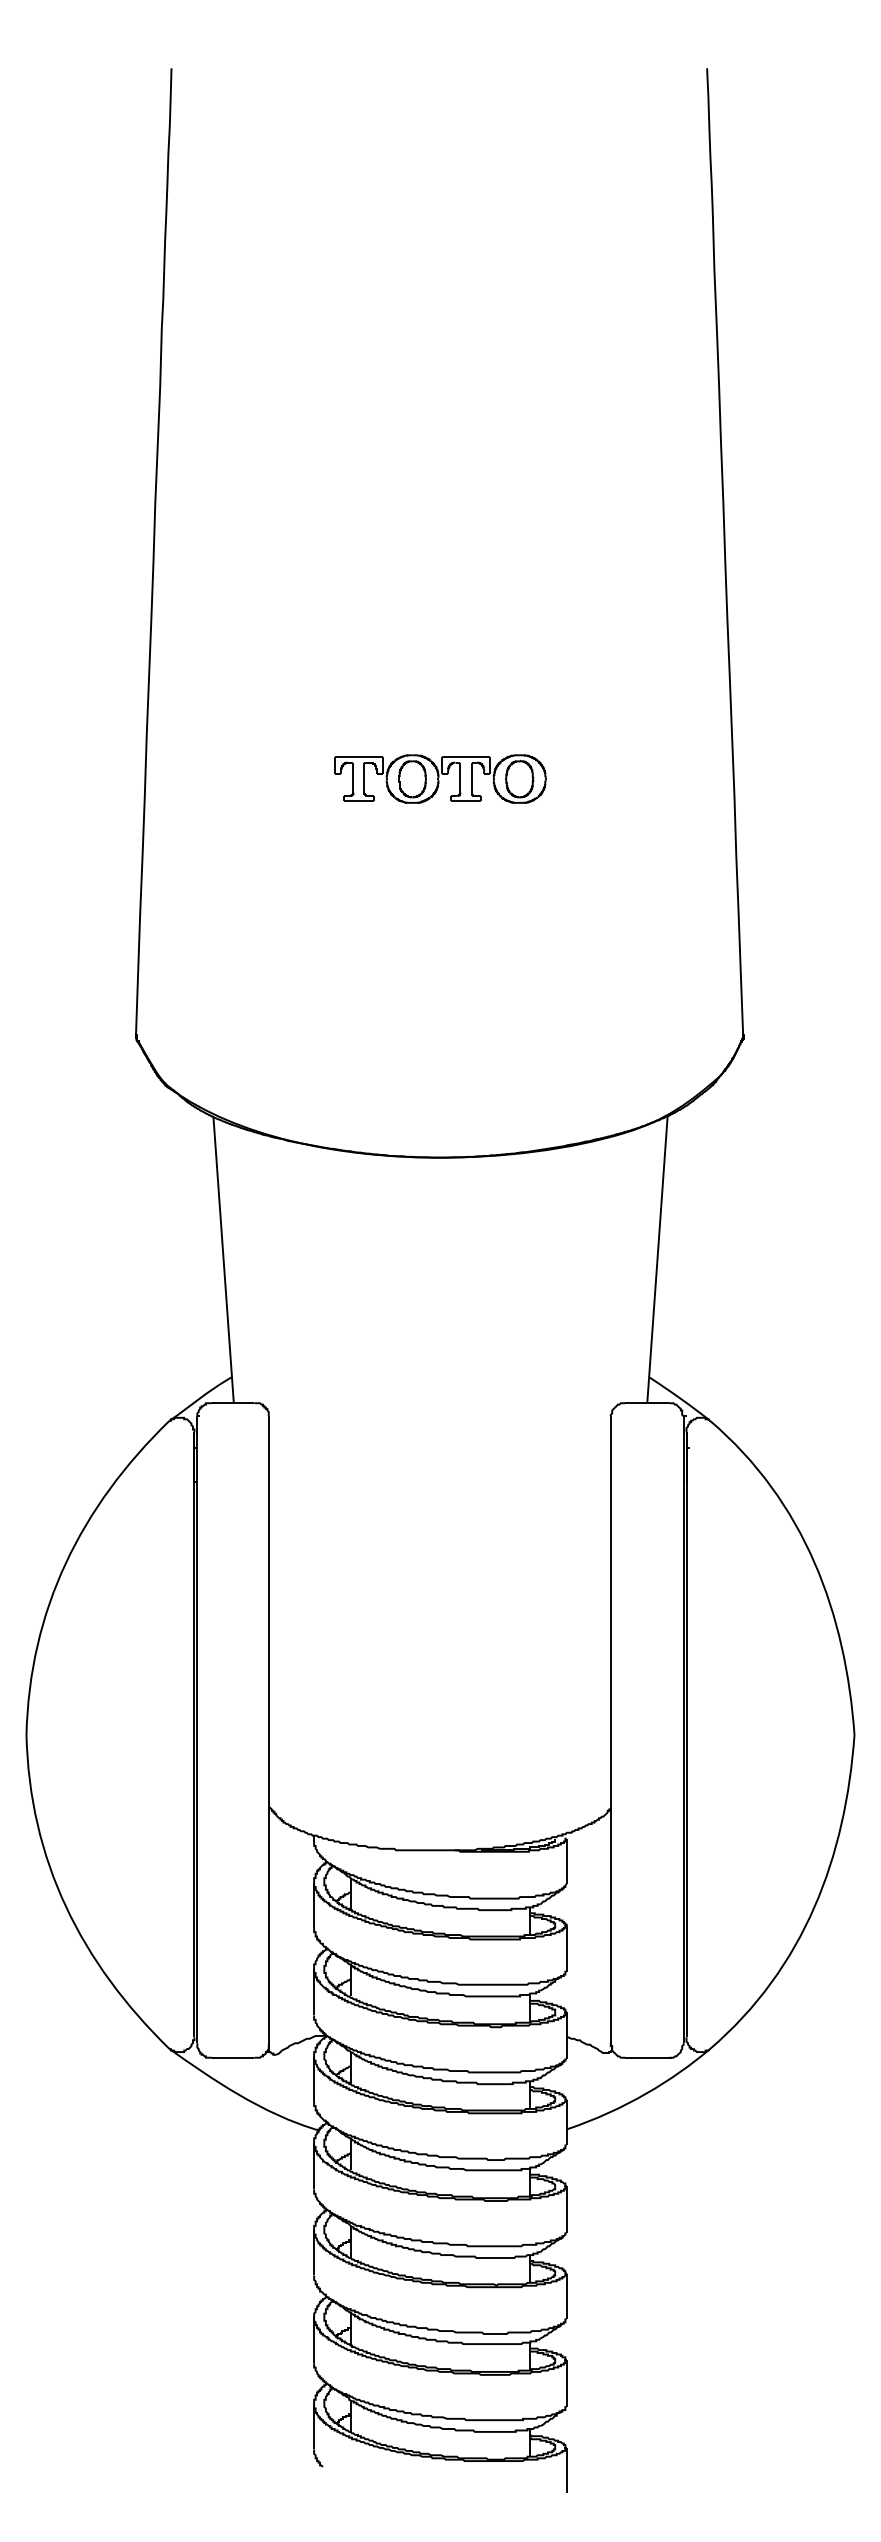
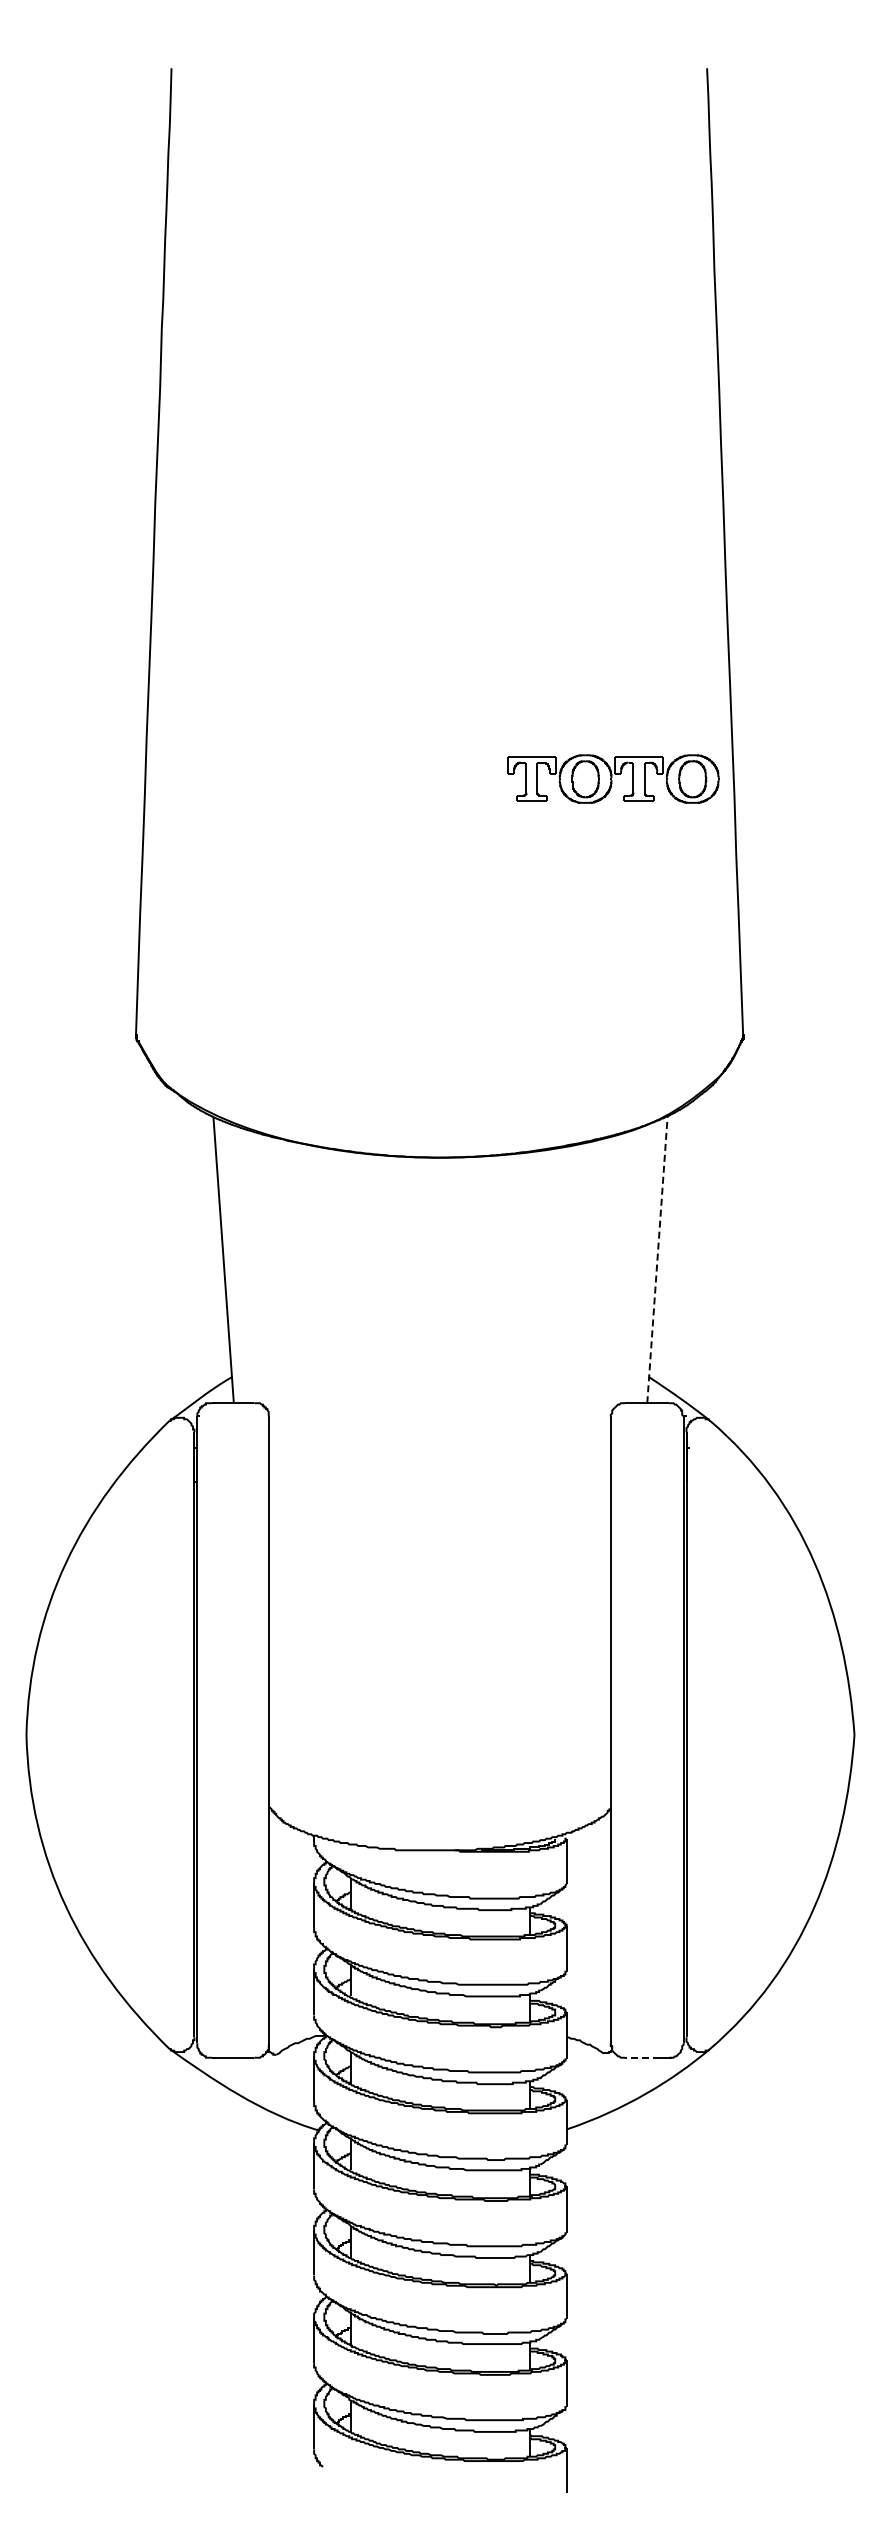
part at (440, 778) position: (440, 778) -> (613, 778)
line at (657, 1260): solid -> dashed
line at (642, 2057): solid -> dashed
